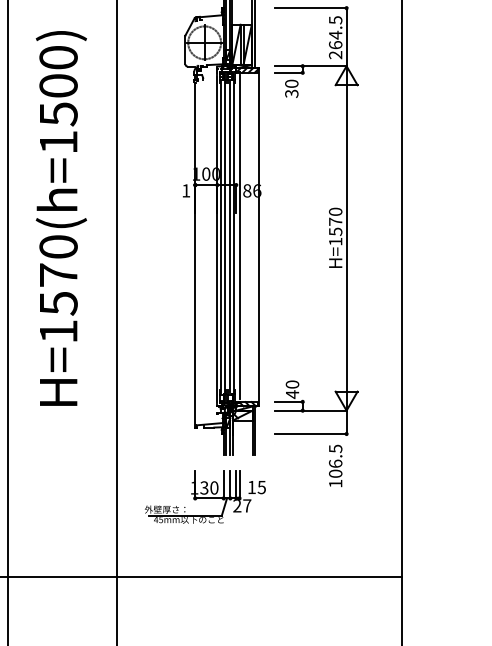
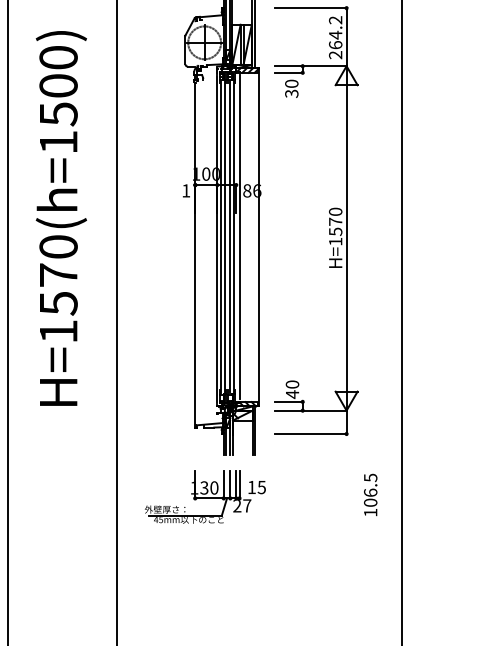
text at (335, 20): 264.5 -> 264.2
text at (335, 465) position: (335, 465) -> (370, 494)
line at (202, 577): present -> none
